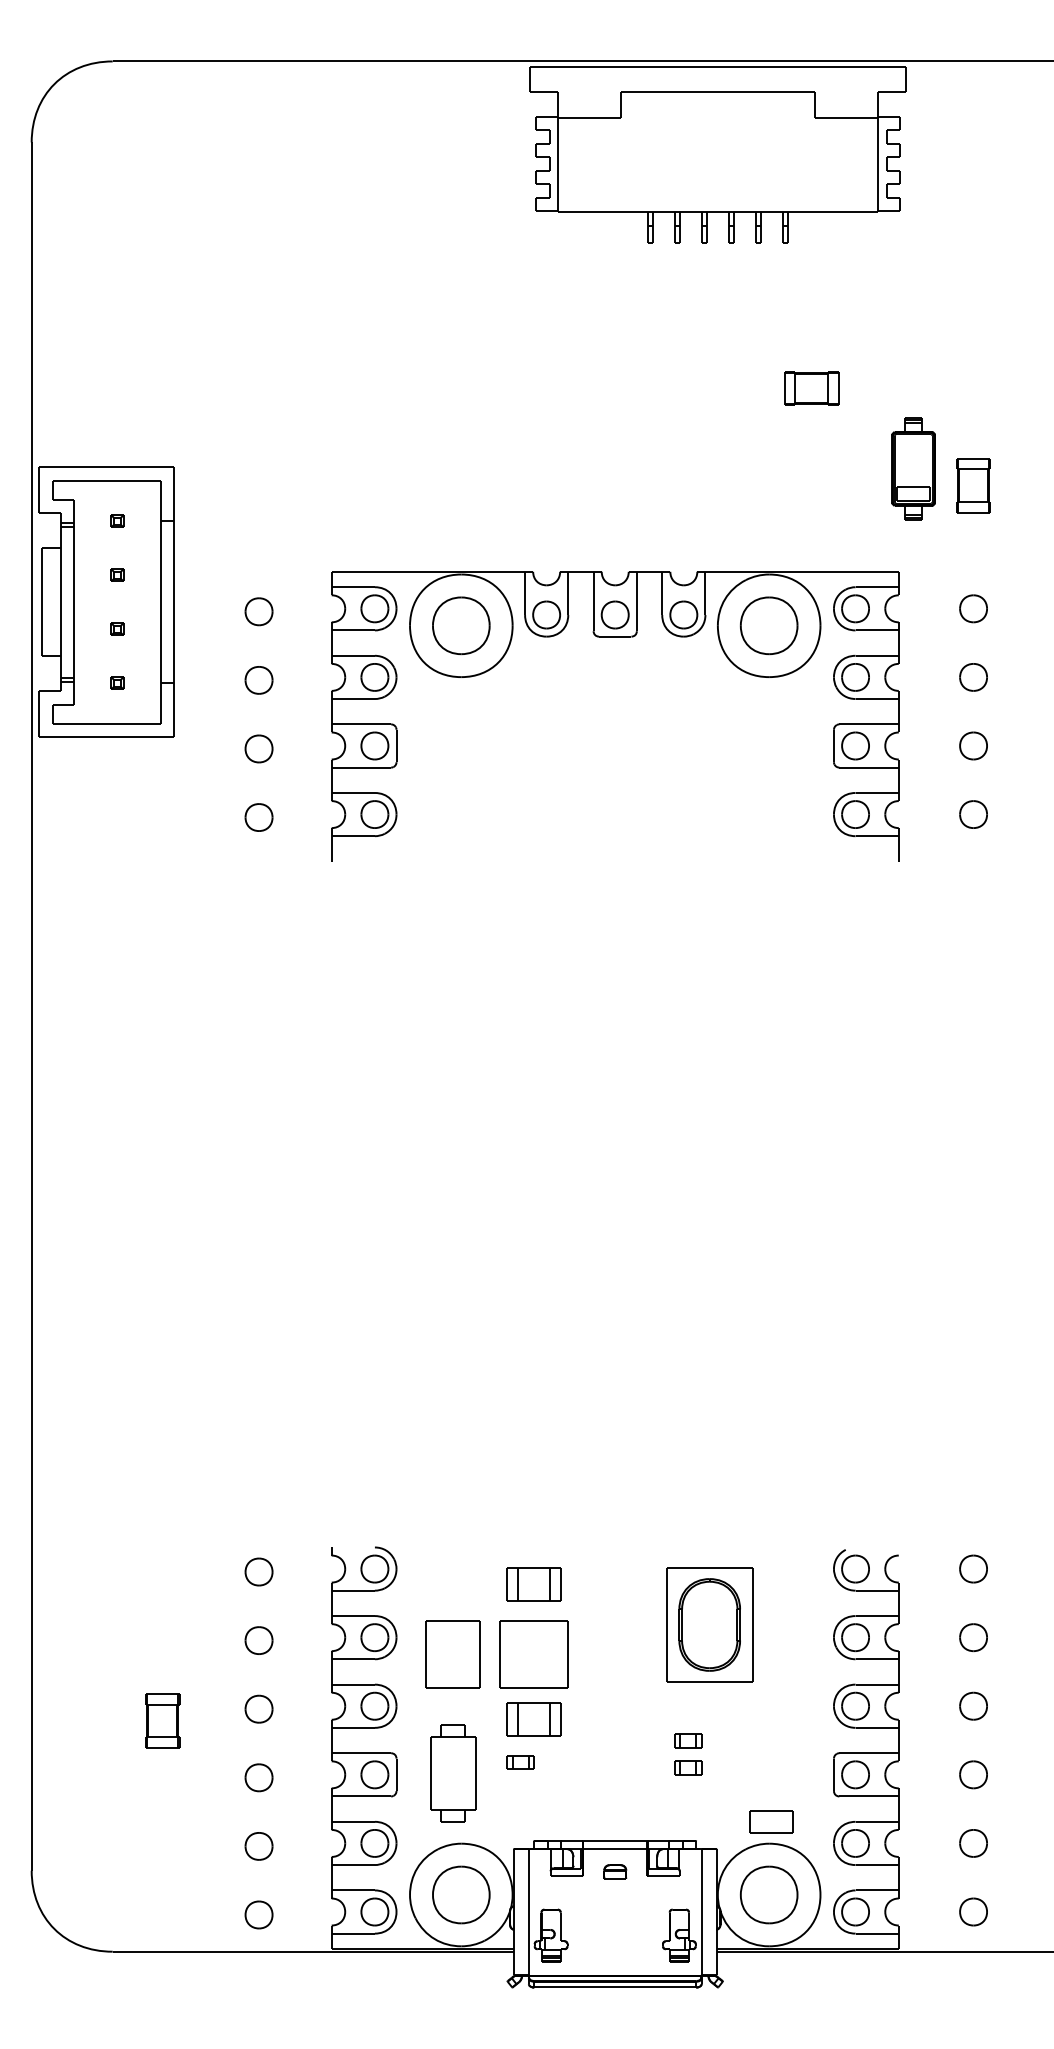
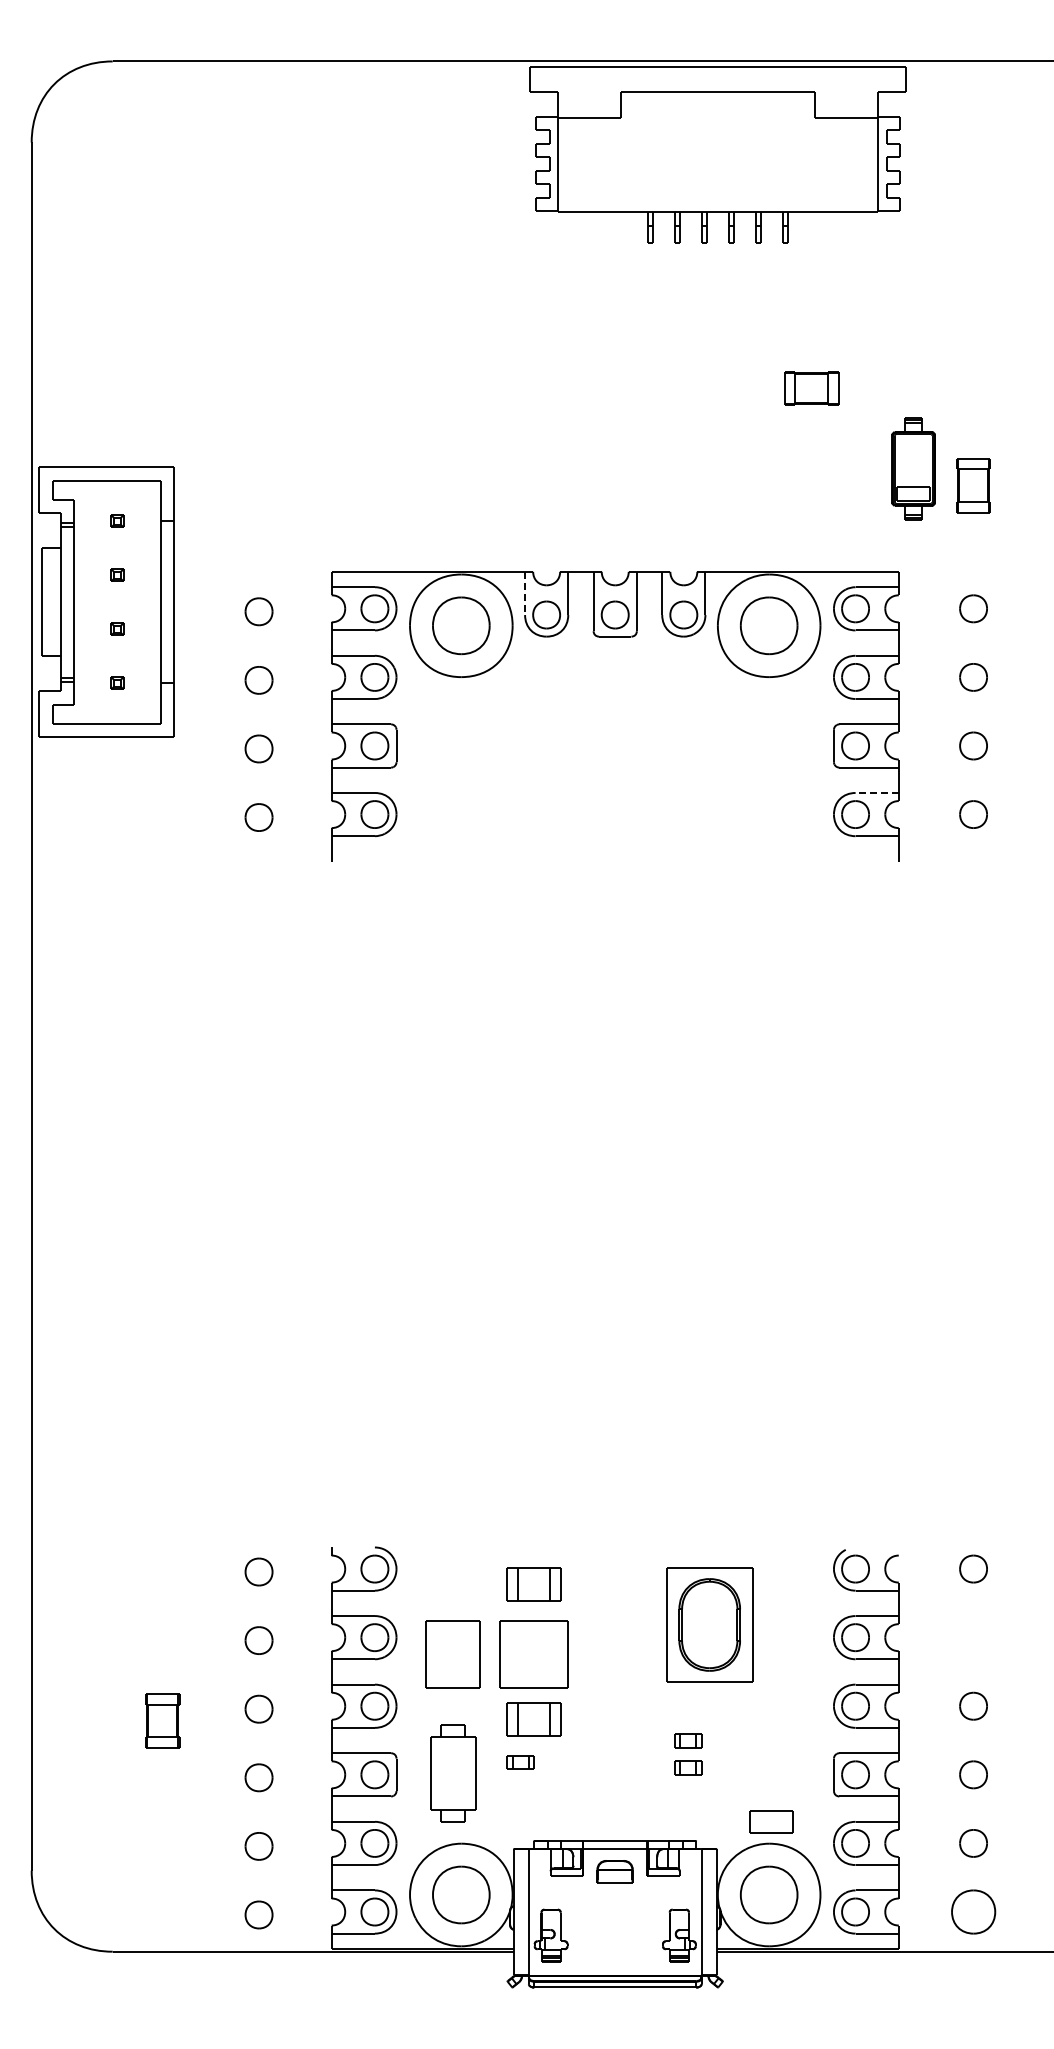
line at (525, 593): solid -> dashed
line at (877, 792): solid -> dashed
part at (973, 1637): present -> none
part at (615, 1871) size: 25x16 px -> 38x24 px
part at (973, 1911) size: 29x30 px -> 46x46 px
